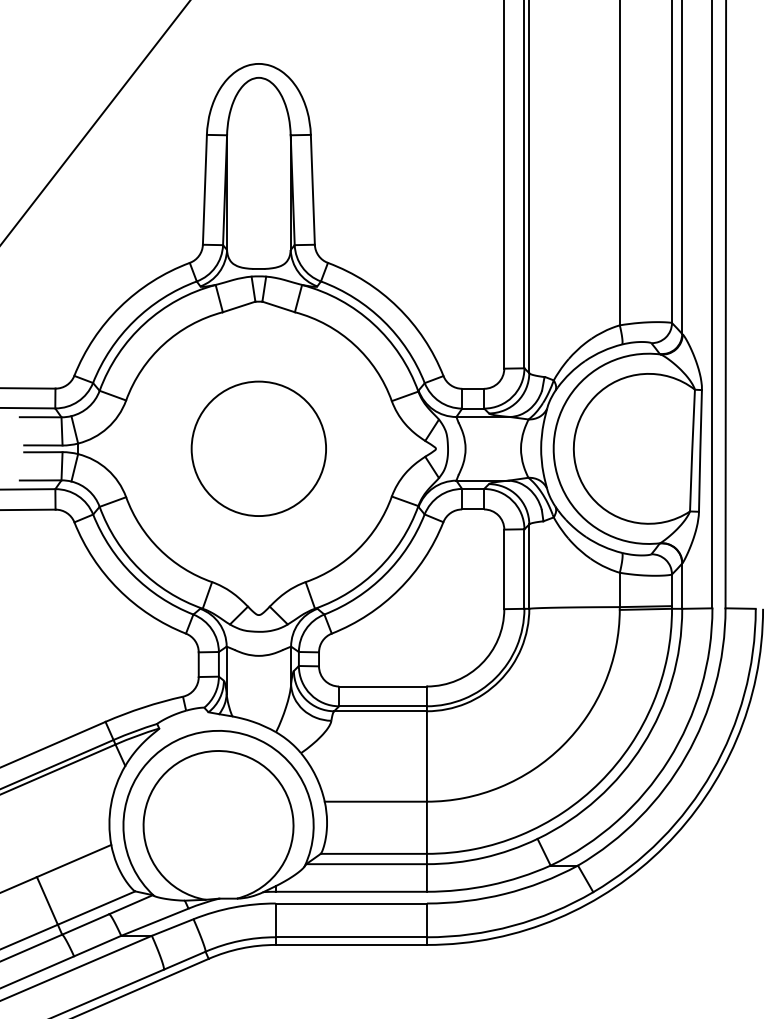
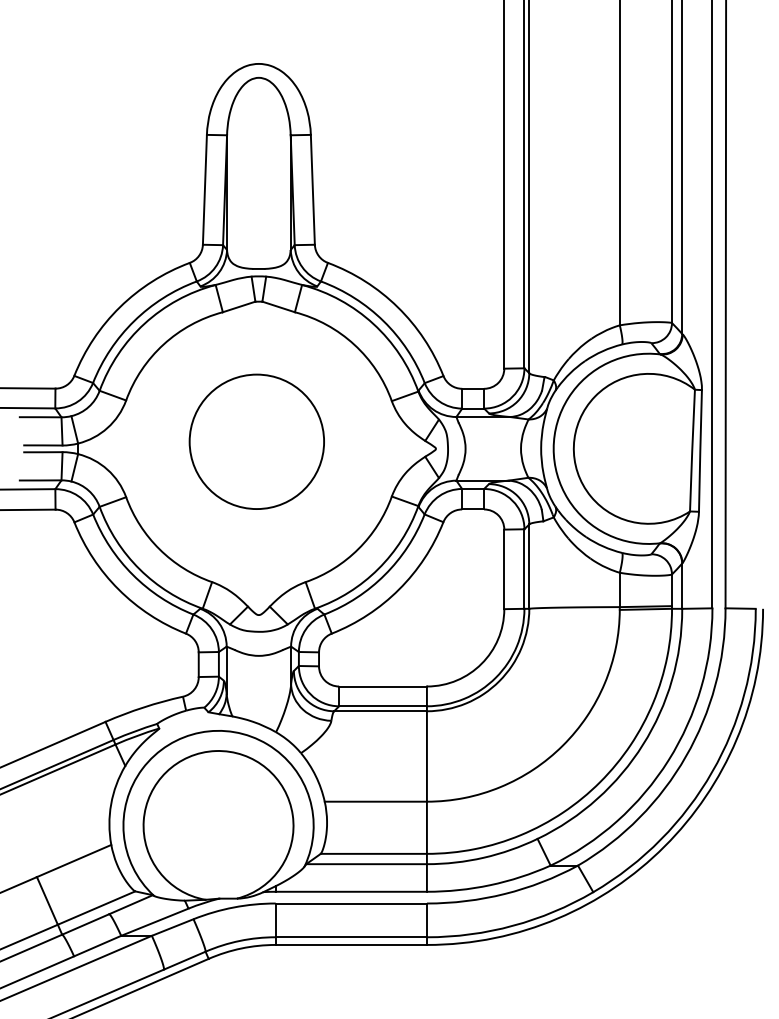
line at (95, 122): present -> none
circle at (258, 448) position: (258, 448) -> (256, 441)
